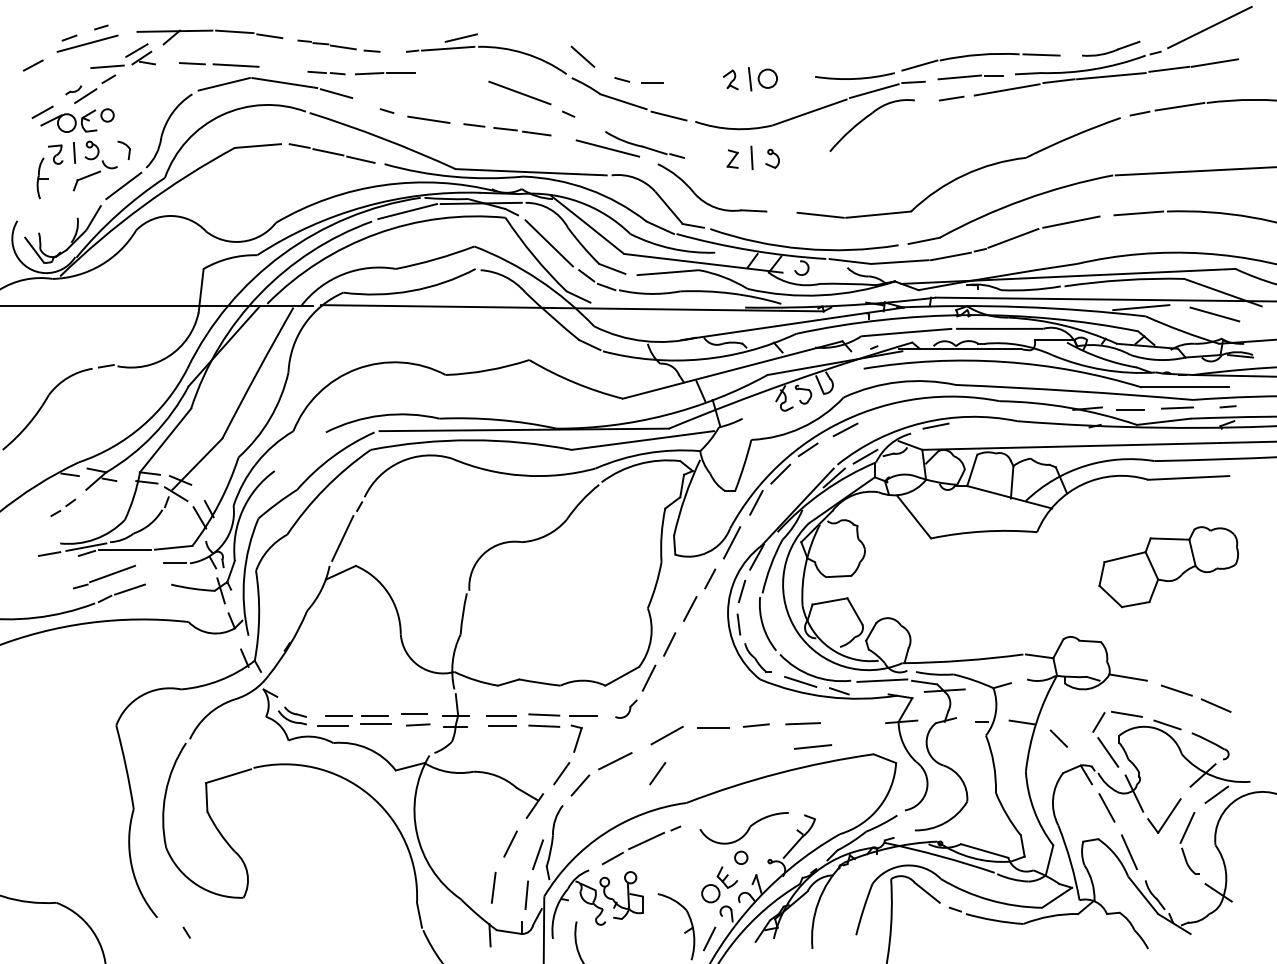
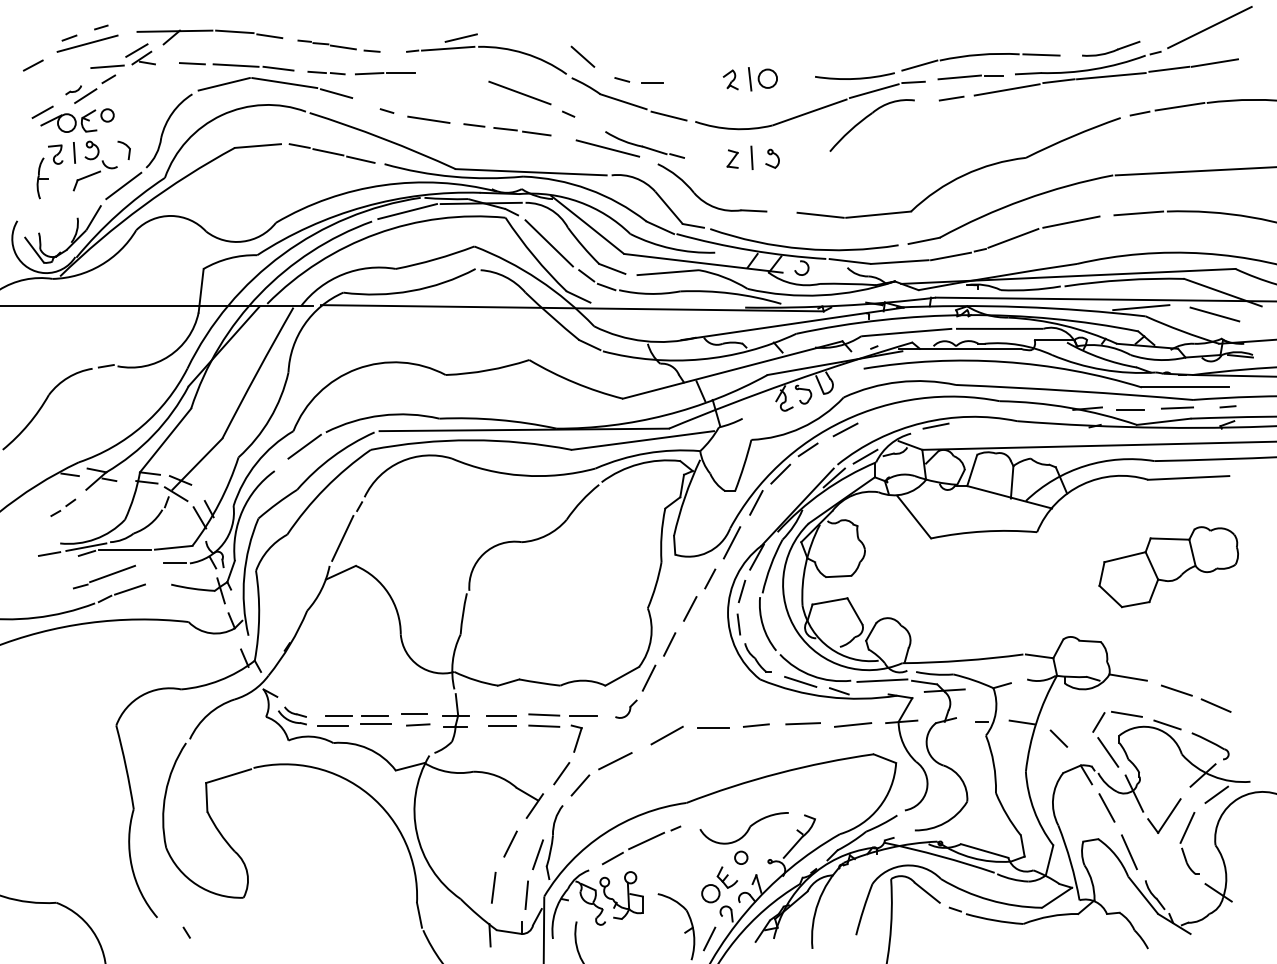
line at (278, 68): none -> present
line at (304, 446): none -> present
line at (813, 746) position: (813, 746) -> (853, 724)
line at (657, 773): present -> none
